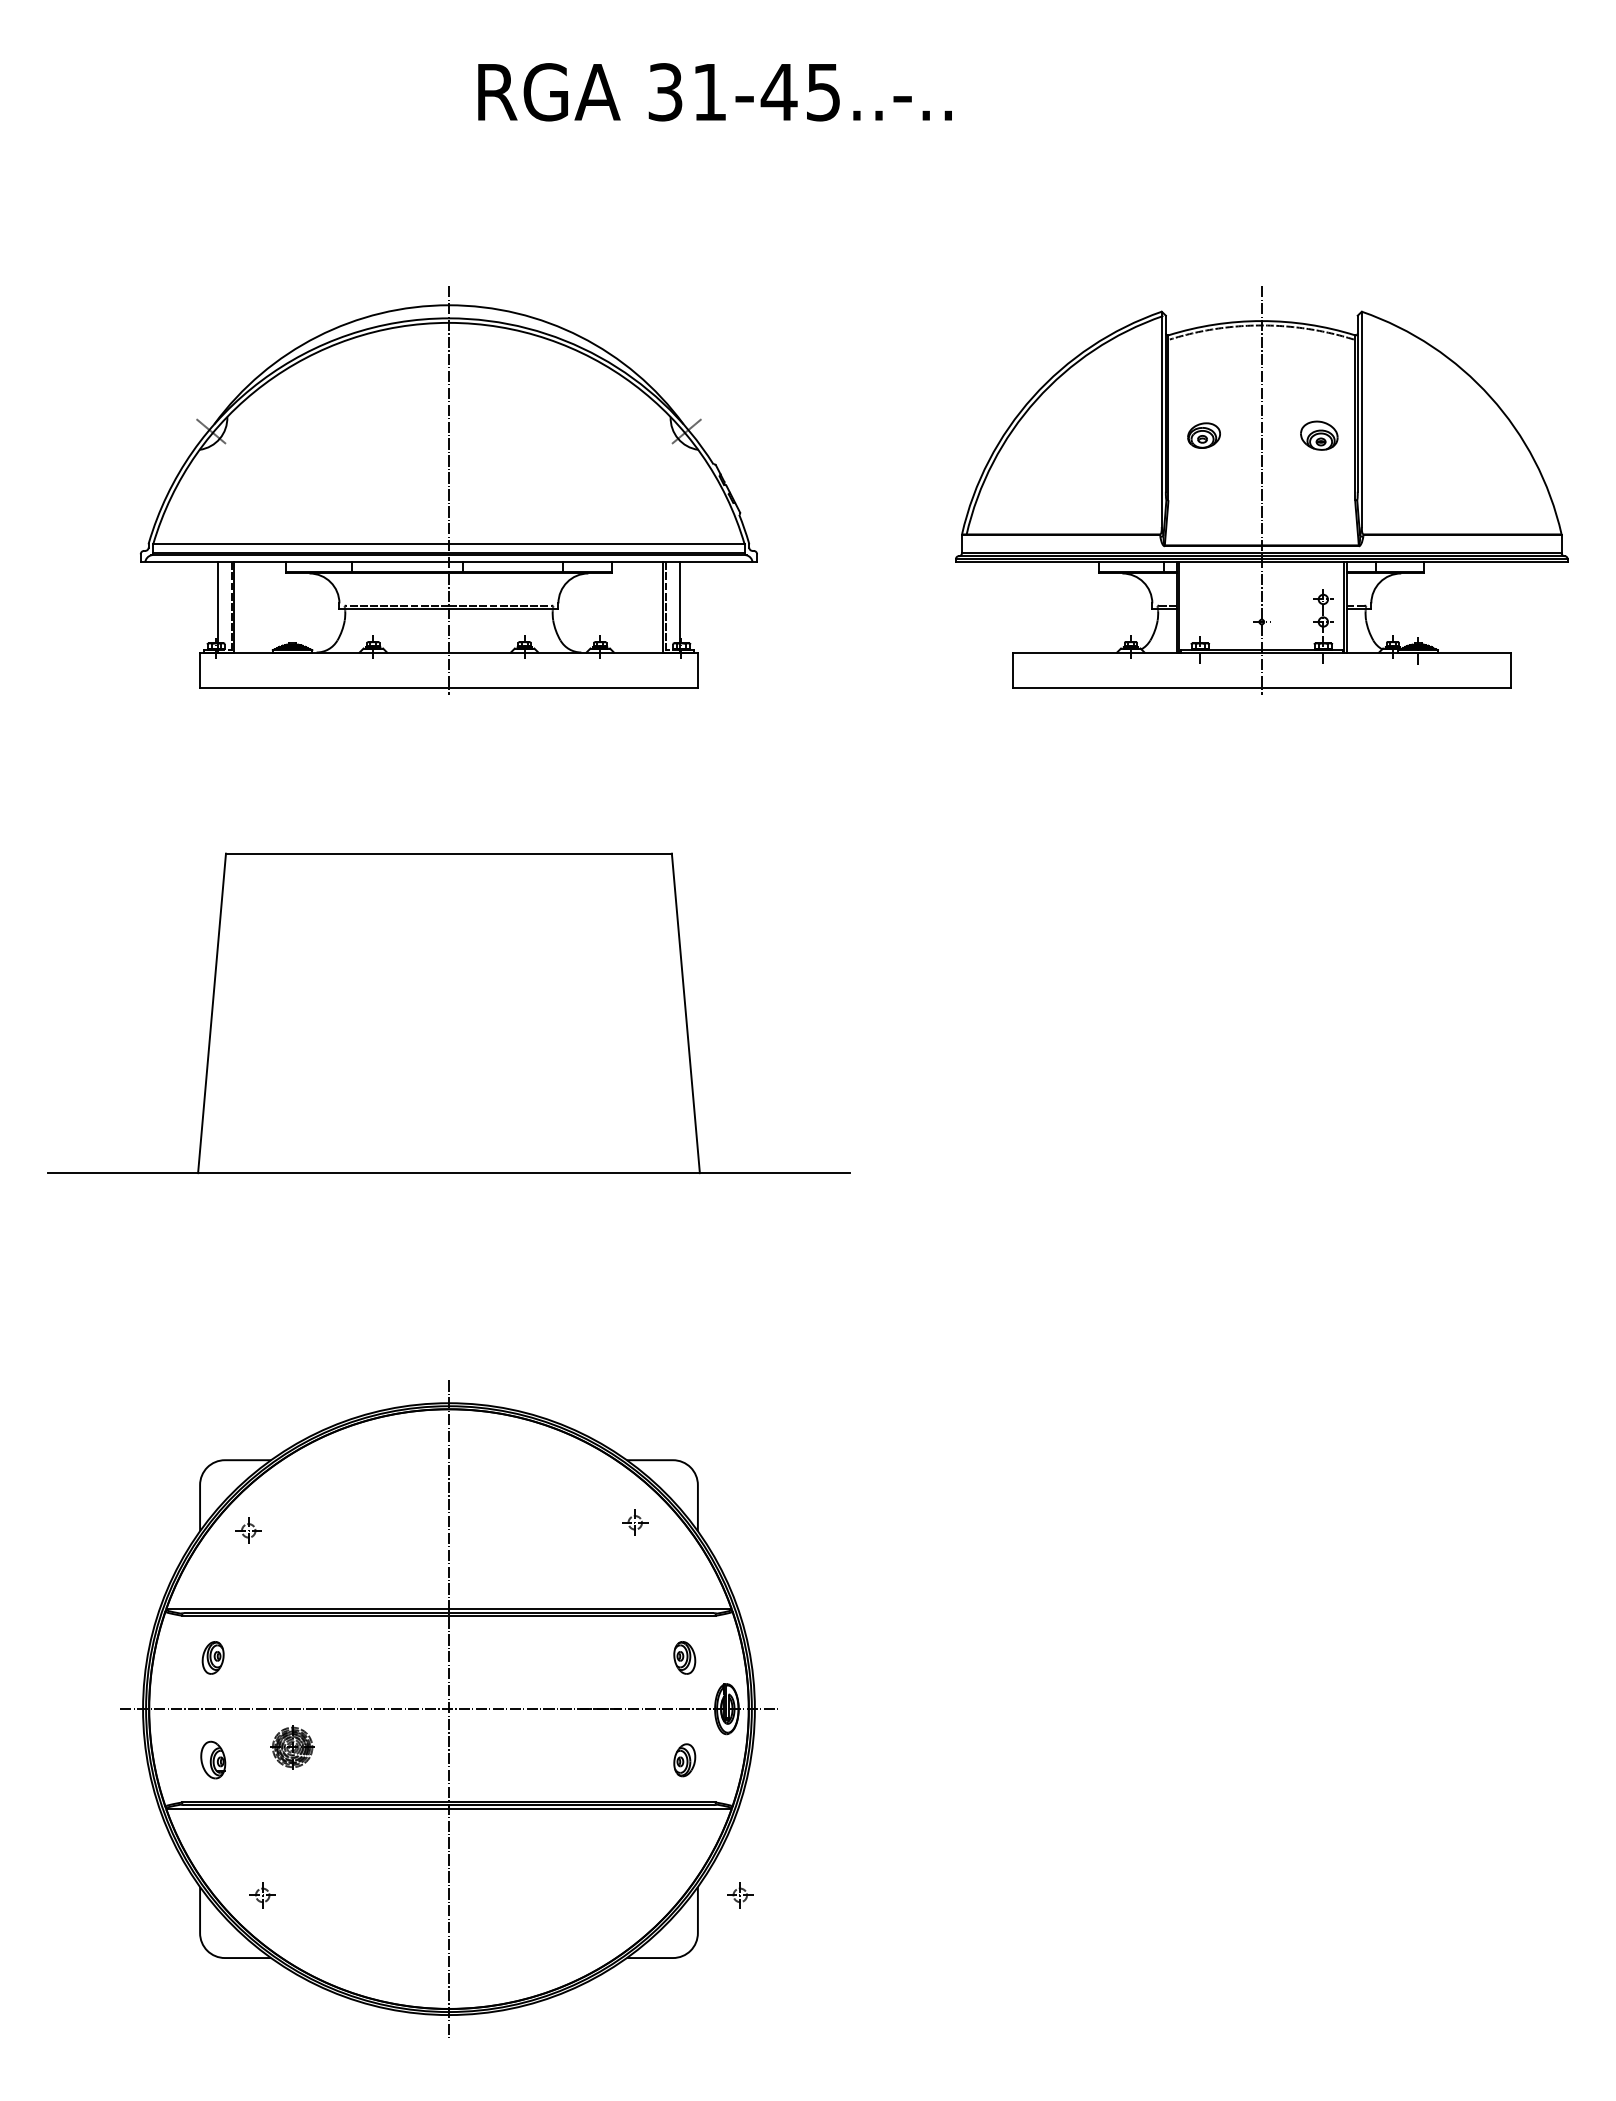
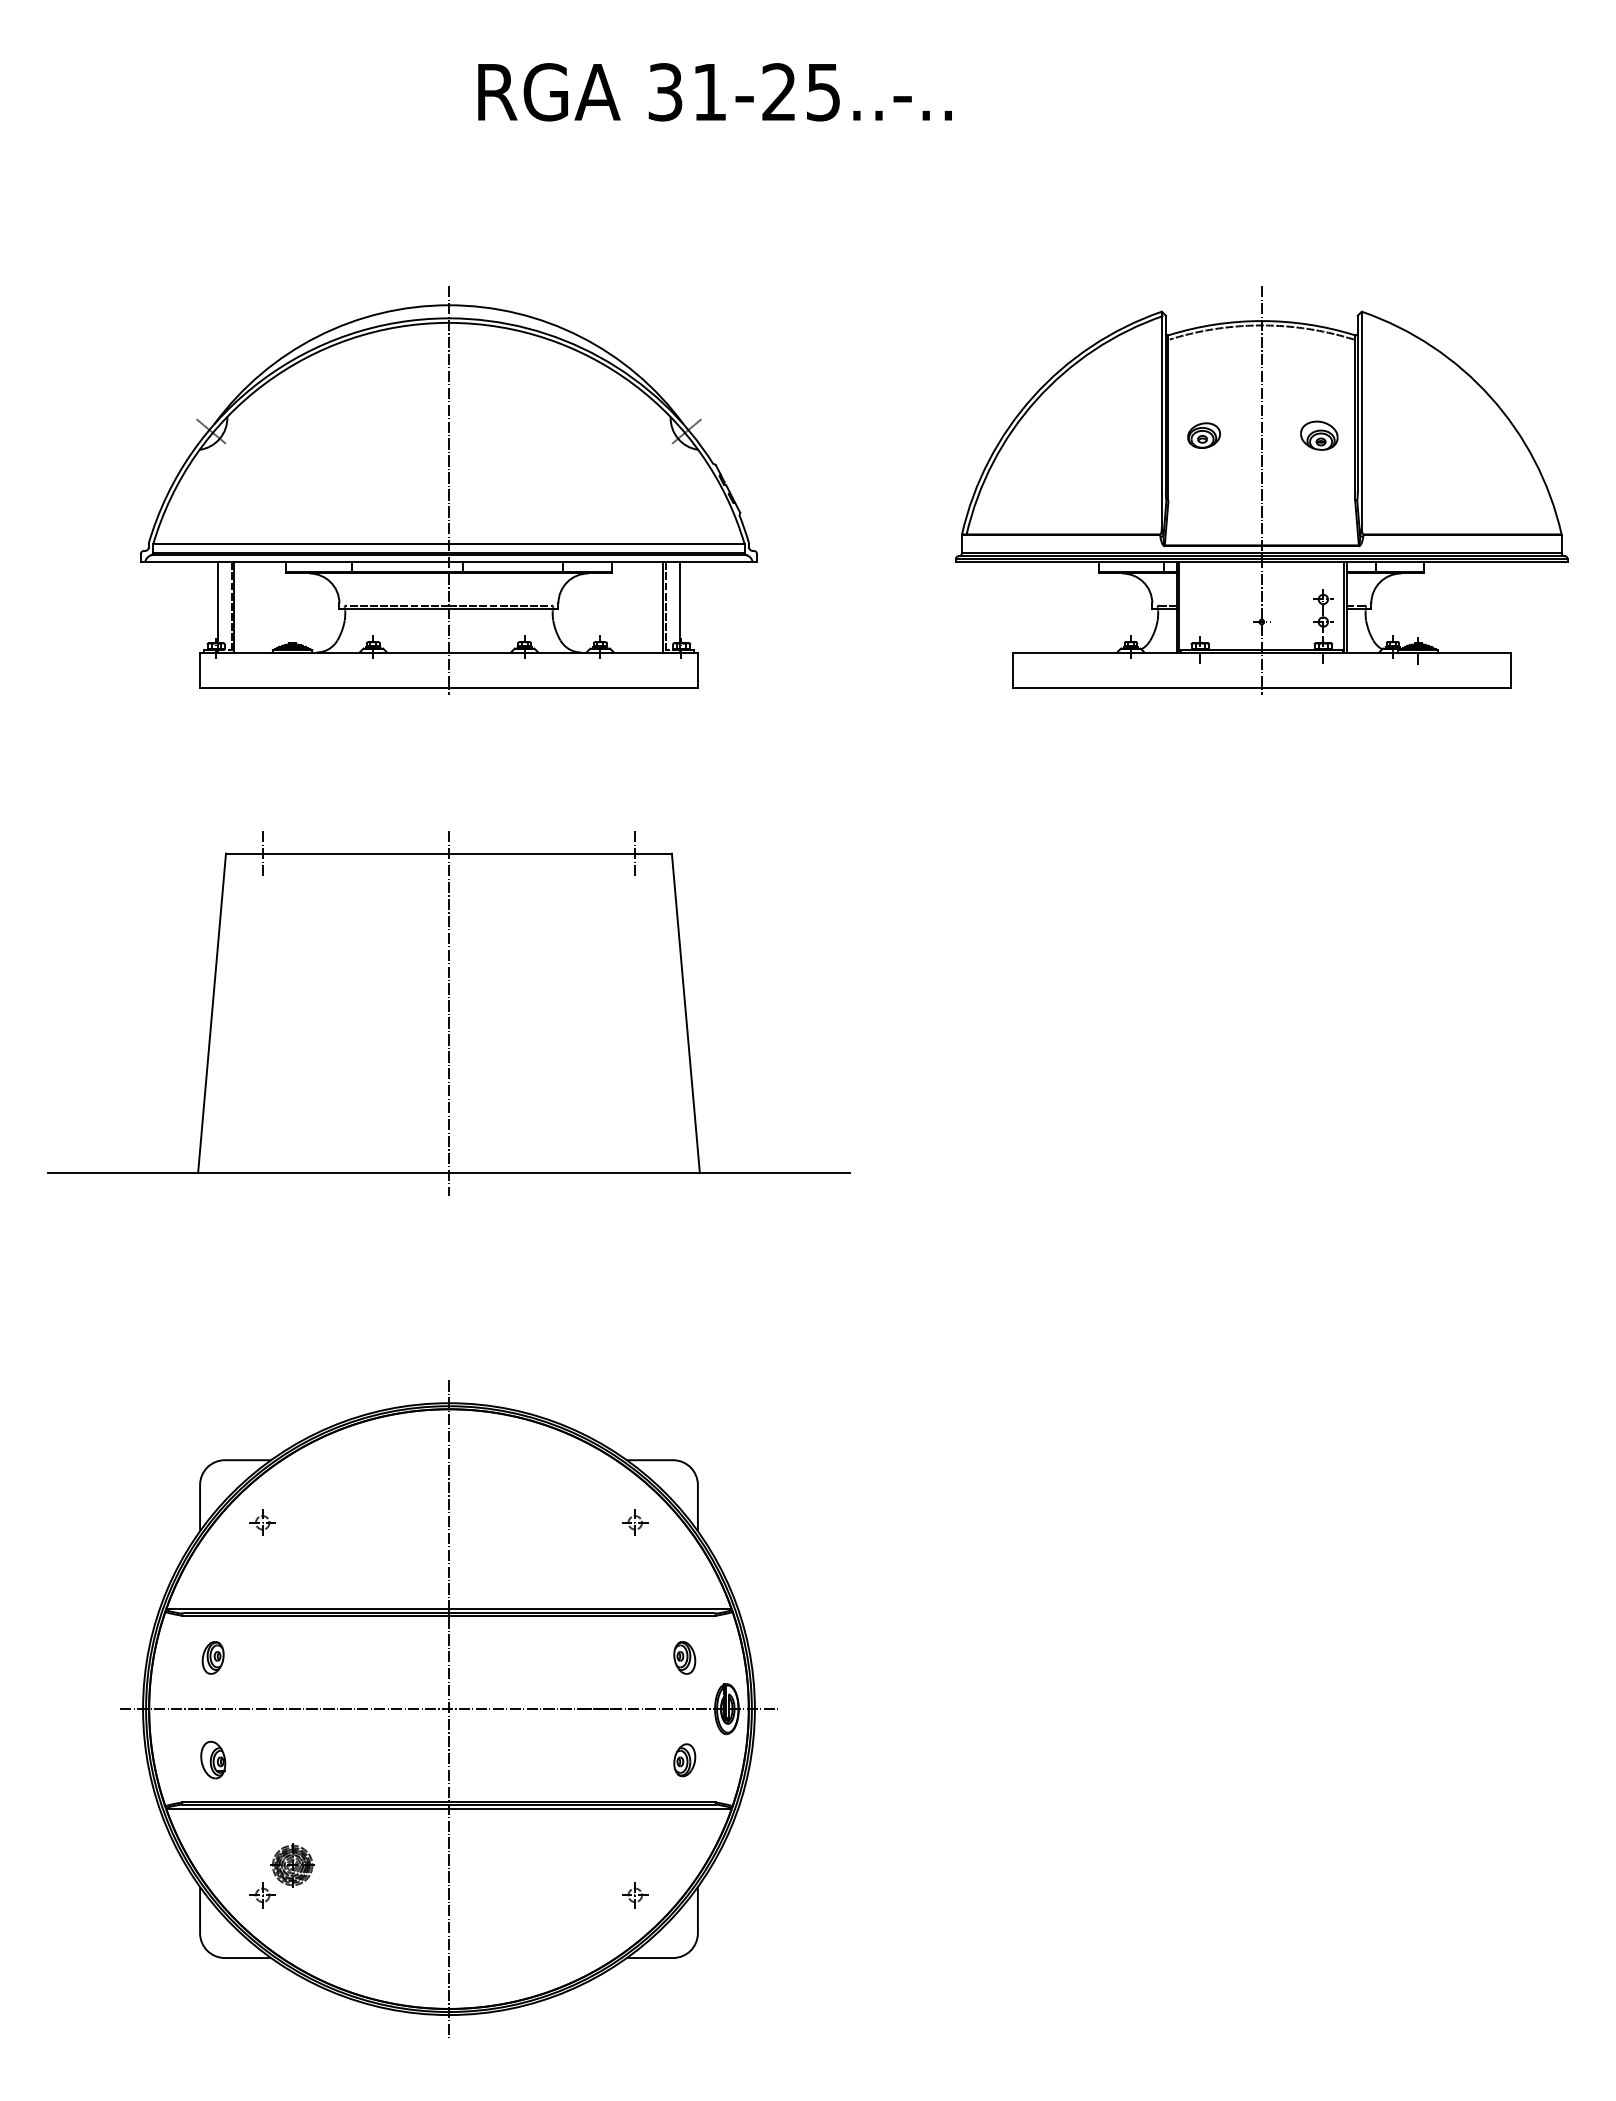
text at (778, 91): 31-45..-.. -> 31-25..-..
line at (262, 853): none -> present
line at (635, 853): none -> present
line at (448, 1013): none -> present
part at (248, 1530) position: (248, 1530) -> (262, 1522)
part at (292, 1747) position: (292, 1747) -> (292, 1865)
part at (740, 1895) position: (740, 1895) -> (635, 1895)
